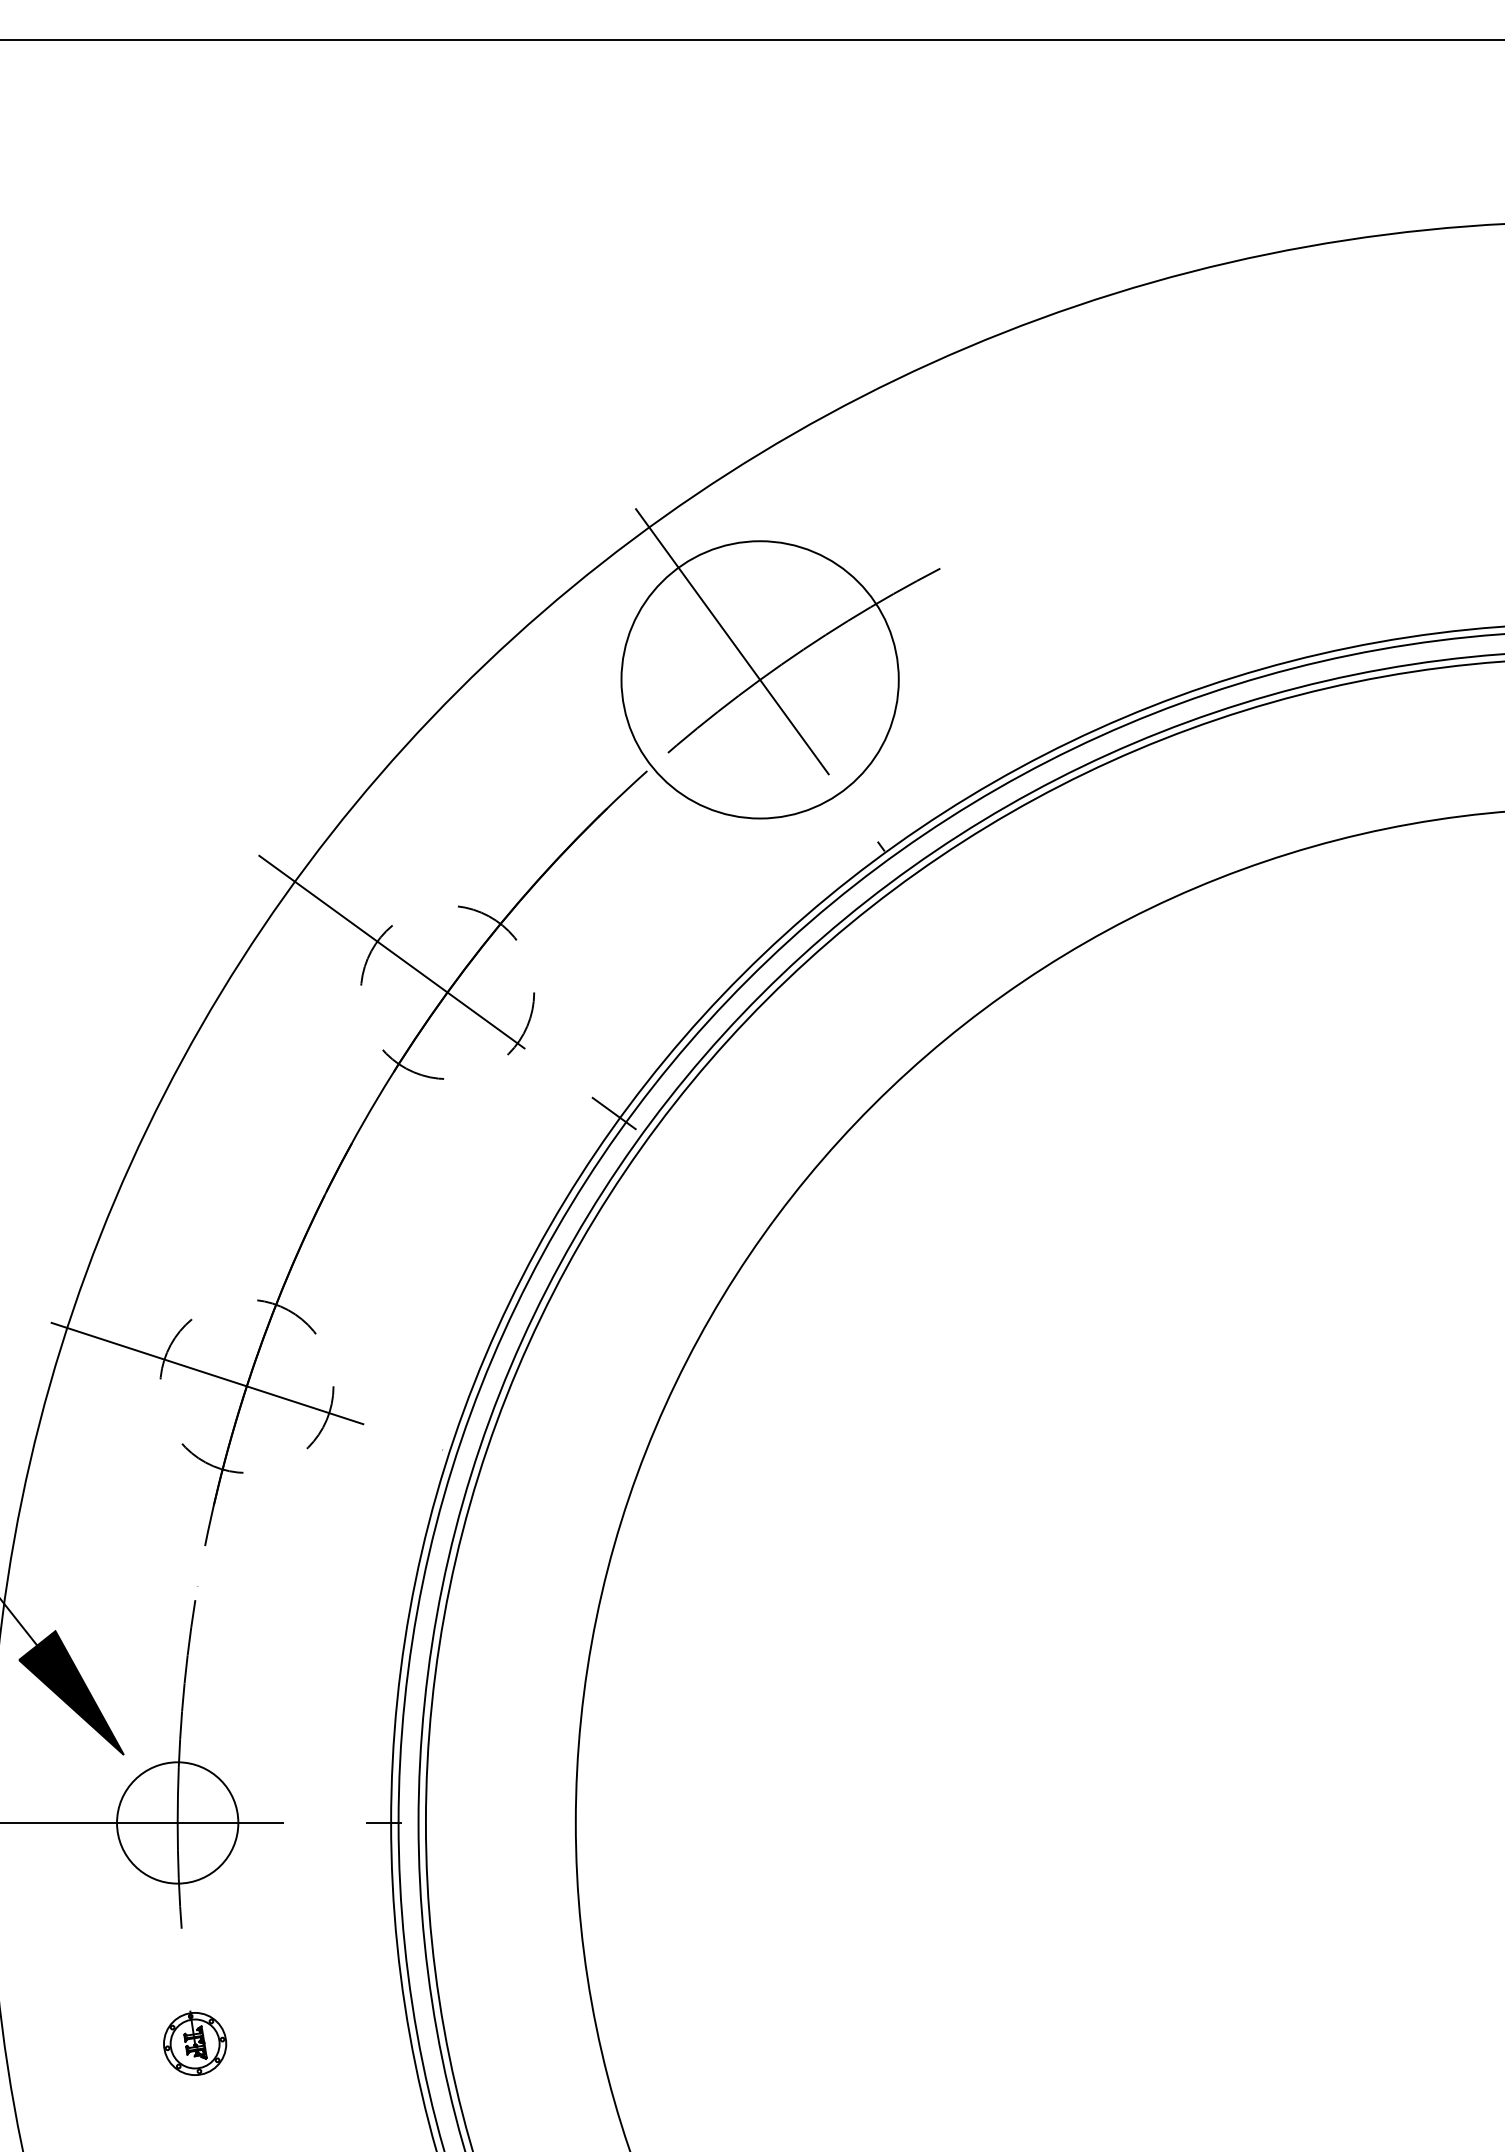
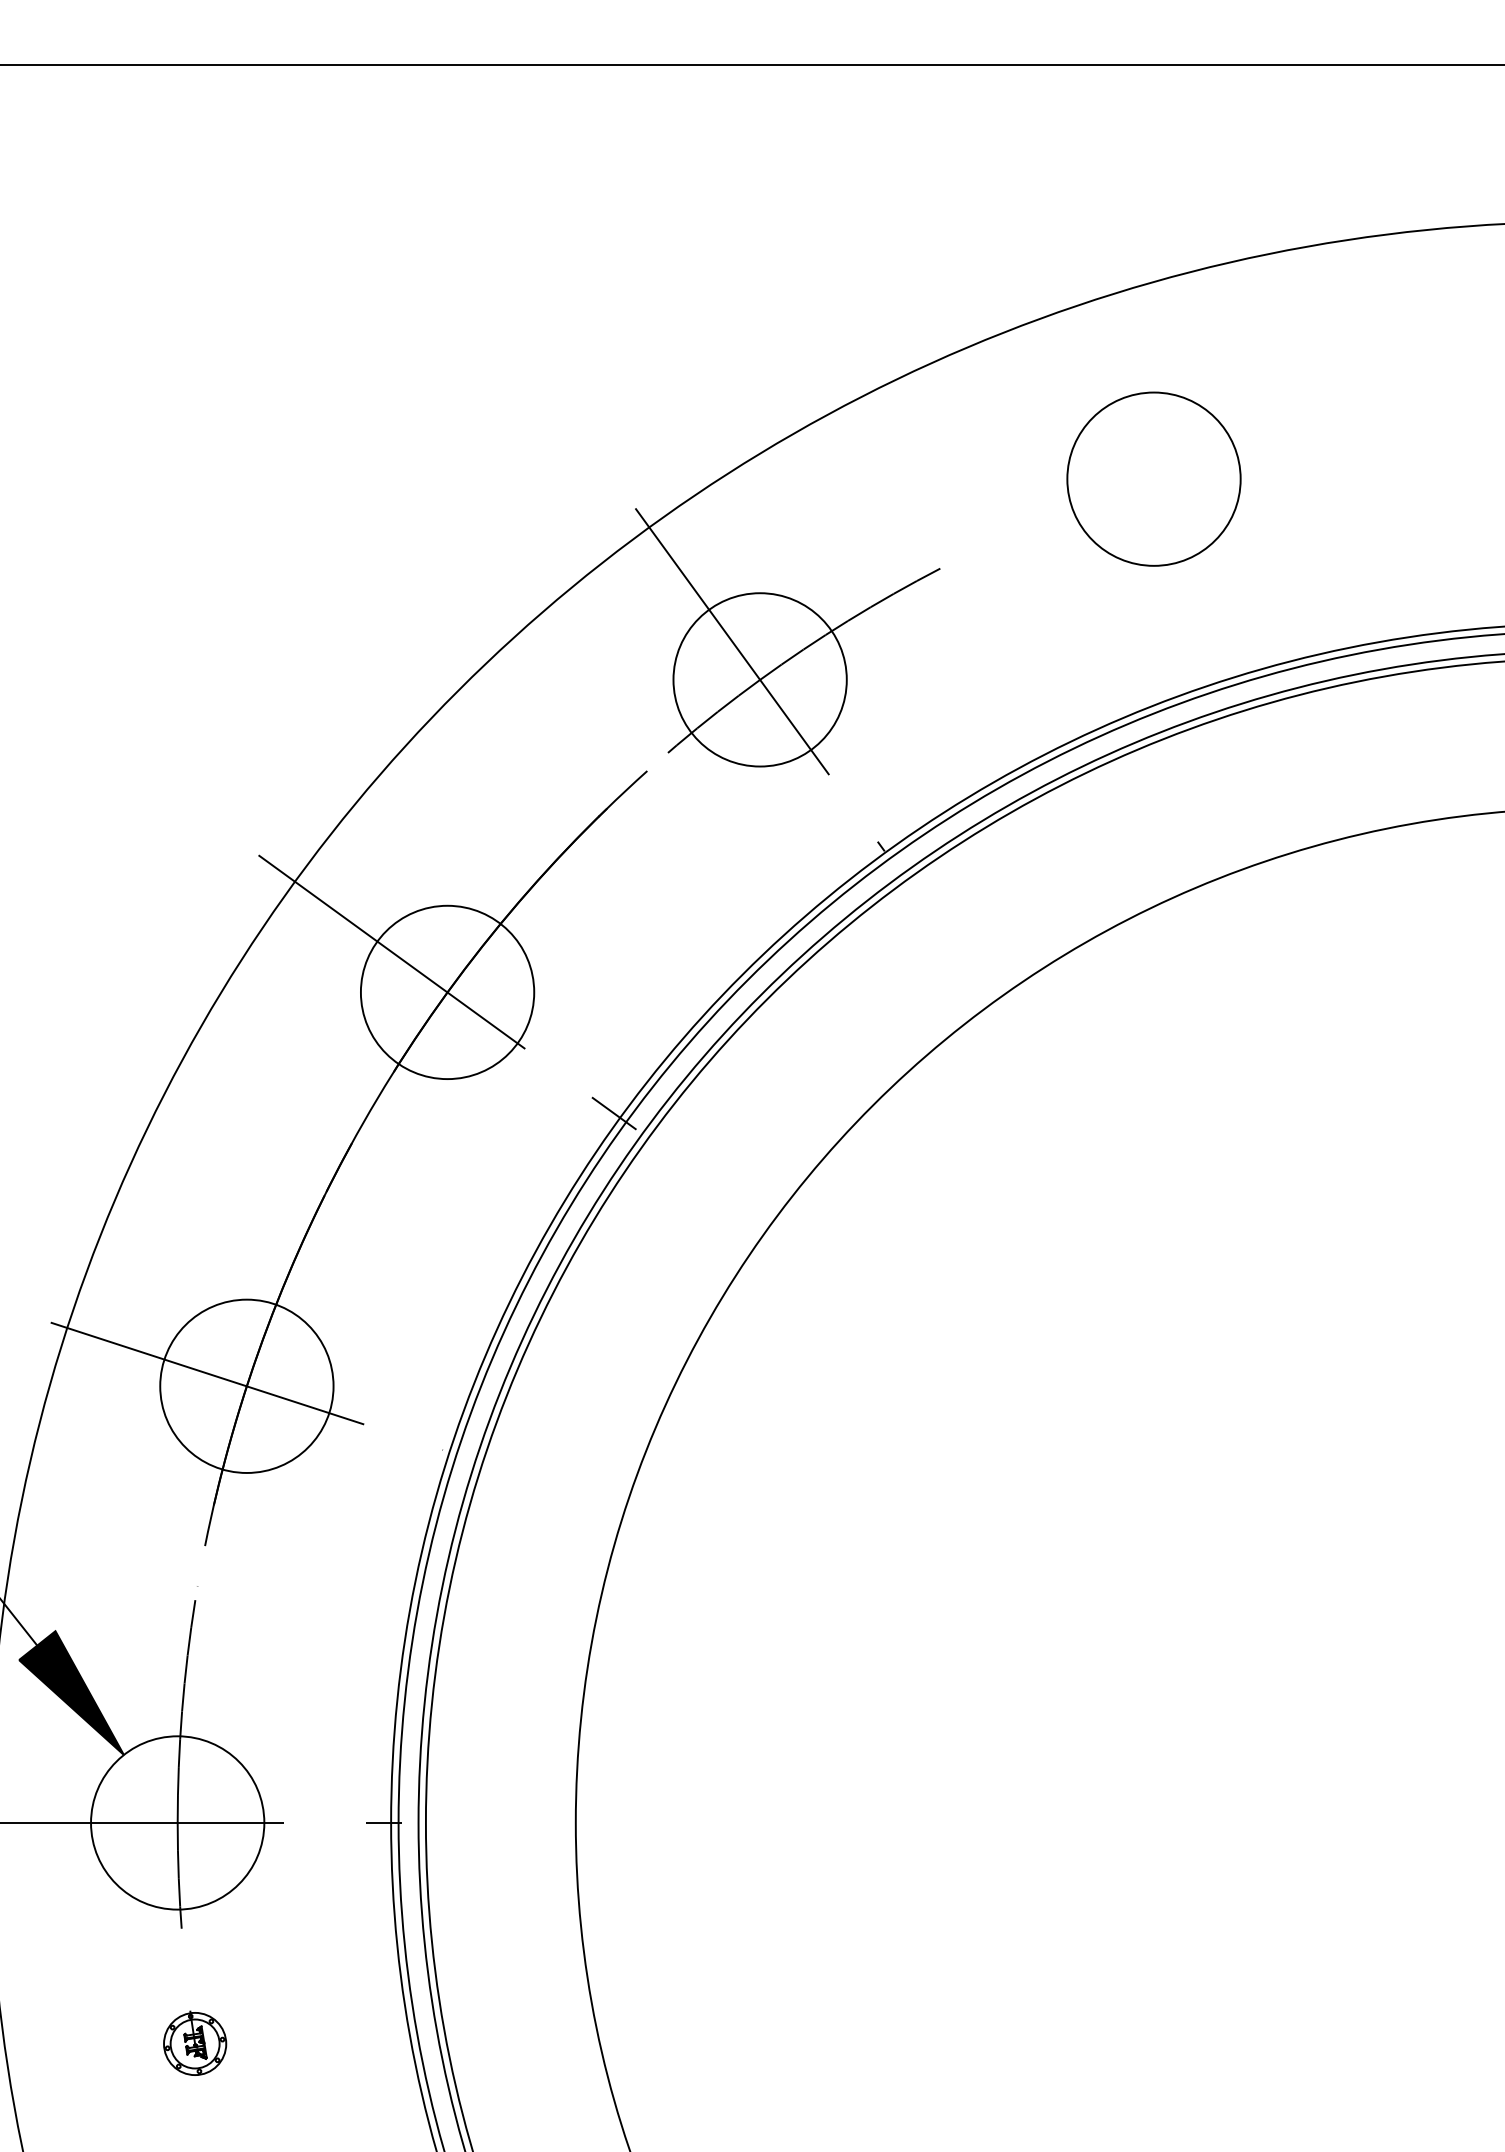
line at (751, 39) position: (751, 39) -> (751, 64)
circle at (1153, 478): none -> present
circle at (759, 679) diameter: 277 px -> 173 px
circle at (447, 992): dashed -> solid
circle at (246, 1385): dashed -> solid
circle at (177, 1822) diameter: 121 px -> 173 px
